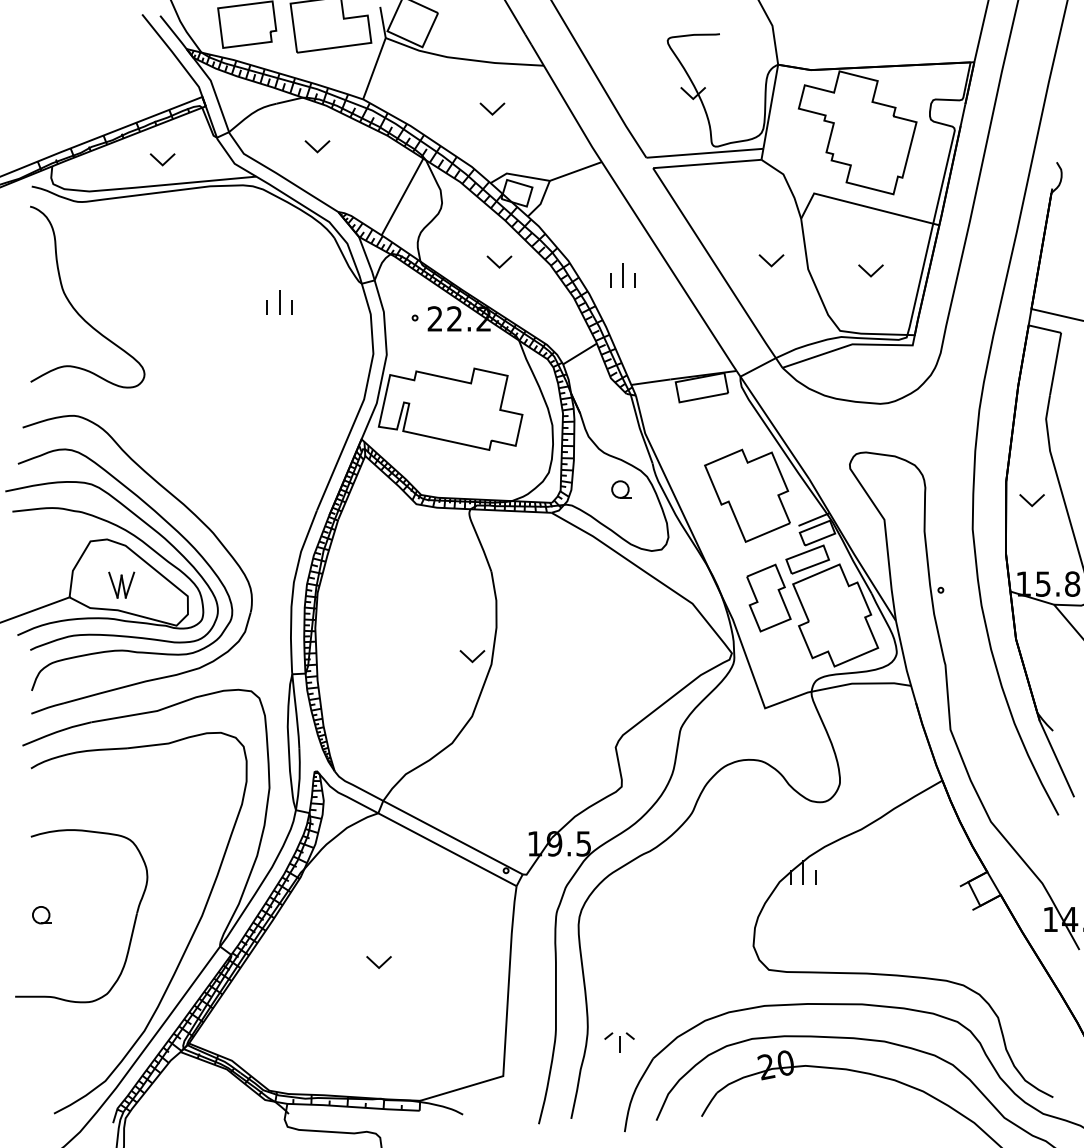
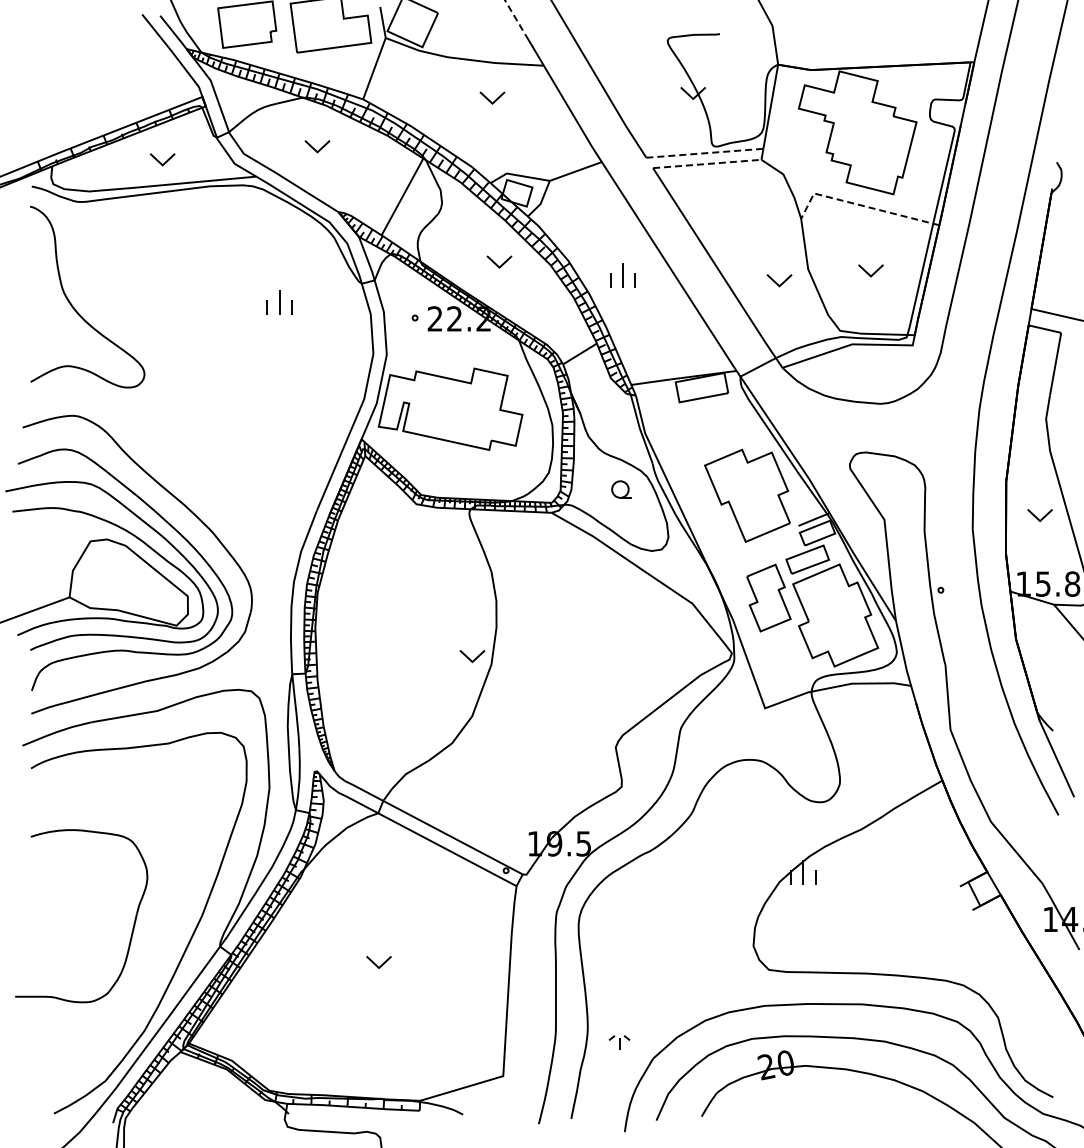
line at (515, 17): solid -> dashed
part at (492, 108) position: (492, 108) -> (492, 97)
line at (704, 153): solid -> dashed
line at (707, 163): solid -> dashed
line at (862, 205): solid -> dashed
part at (771, 260) position: (771, 260) -> (779, 280)
part at (1031, 500) position: (1031, 500) -> (1039, 515)
part at (121, 584): present -> none
part at (41, 915): present -> none
part at (619, 1042) size: 31x21 px -> 23x15 px
